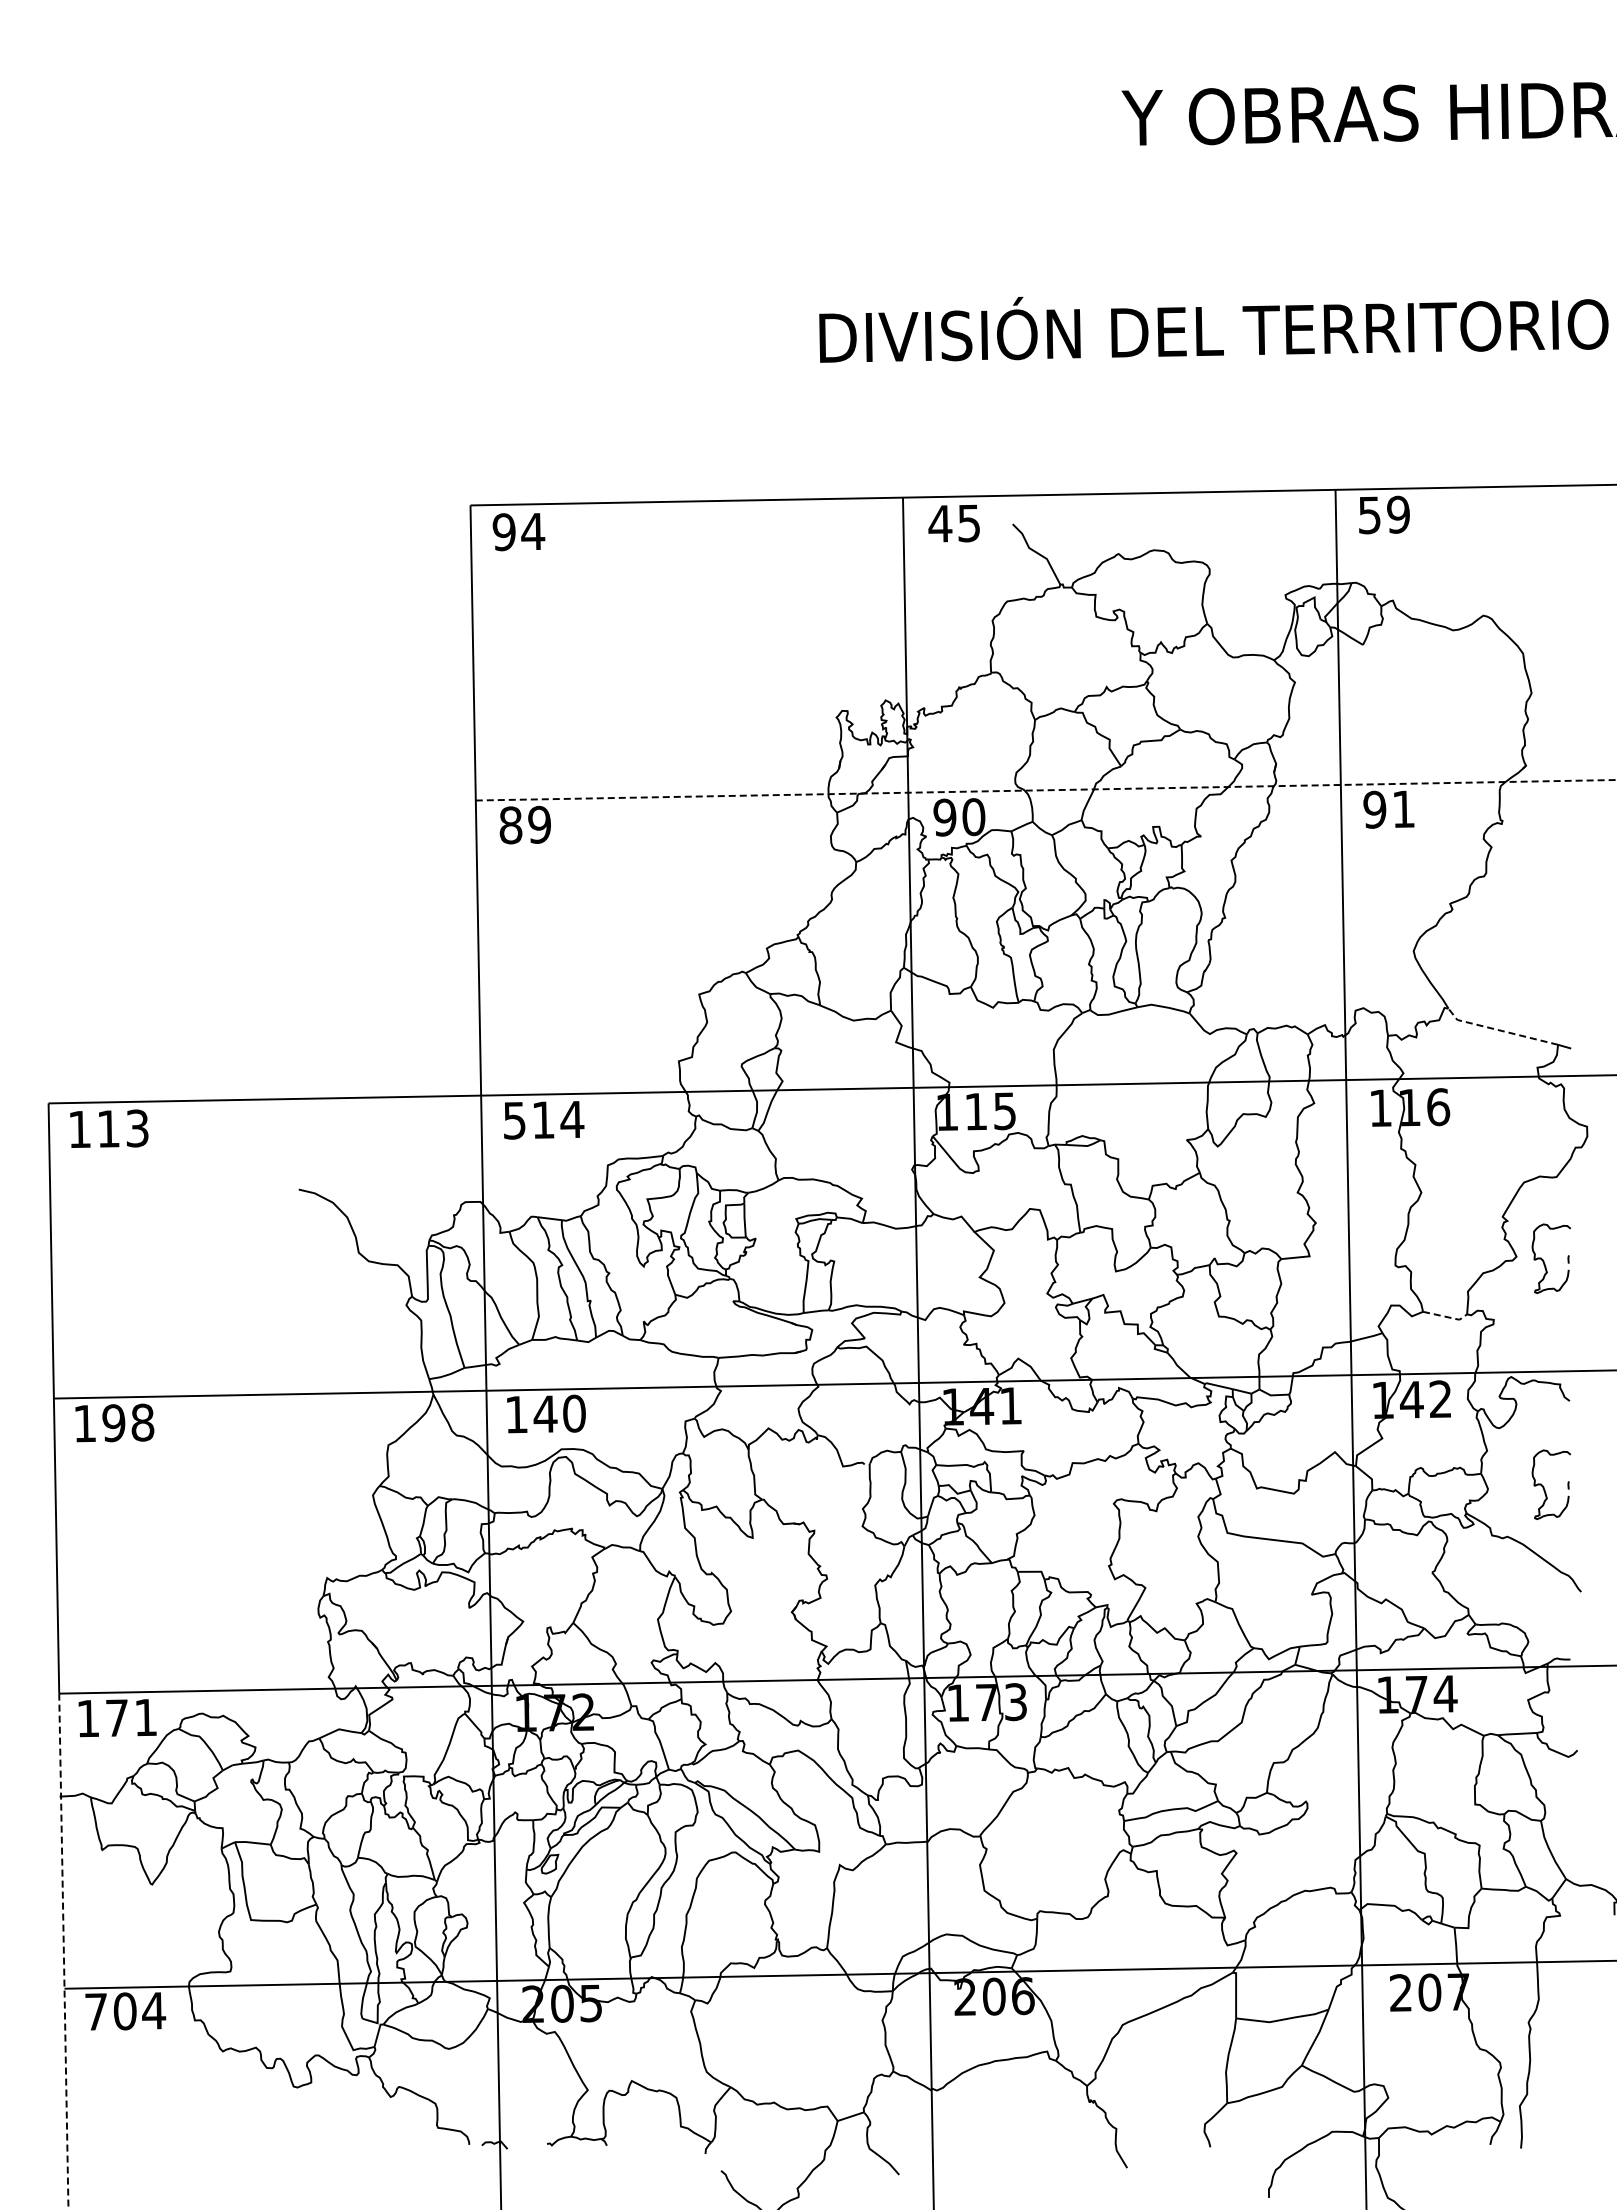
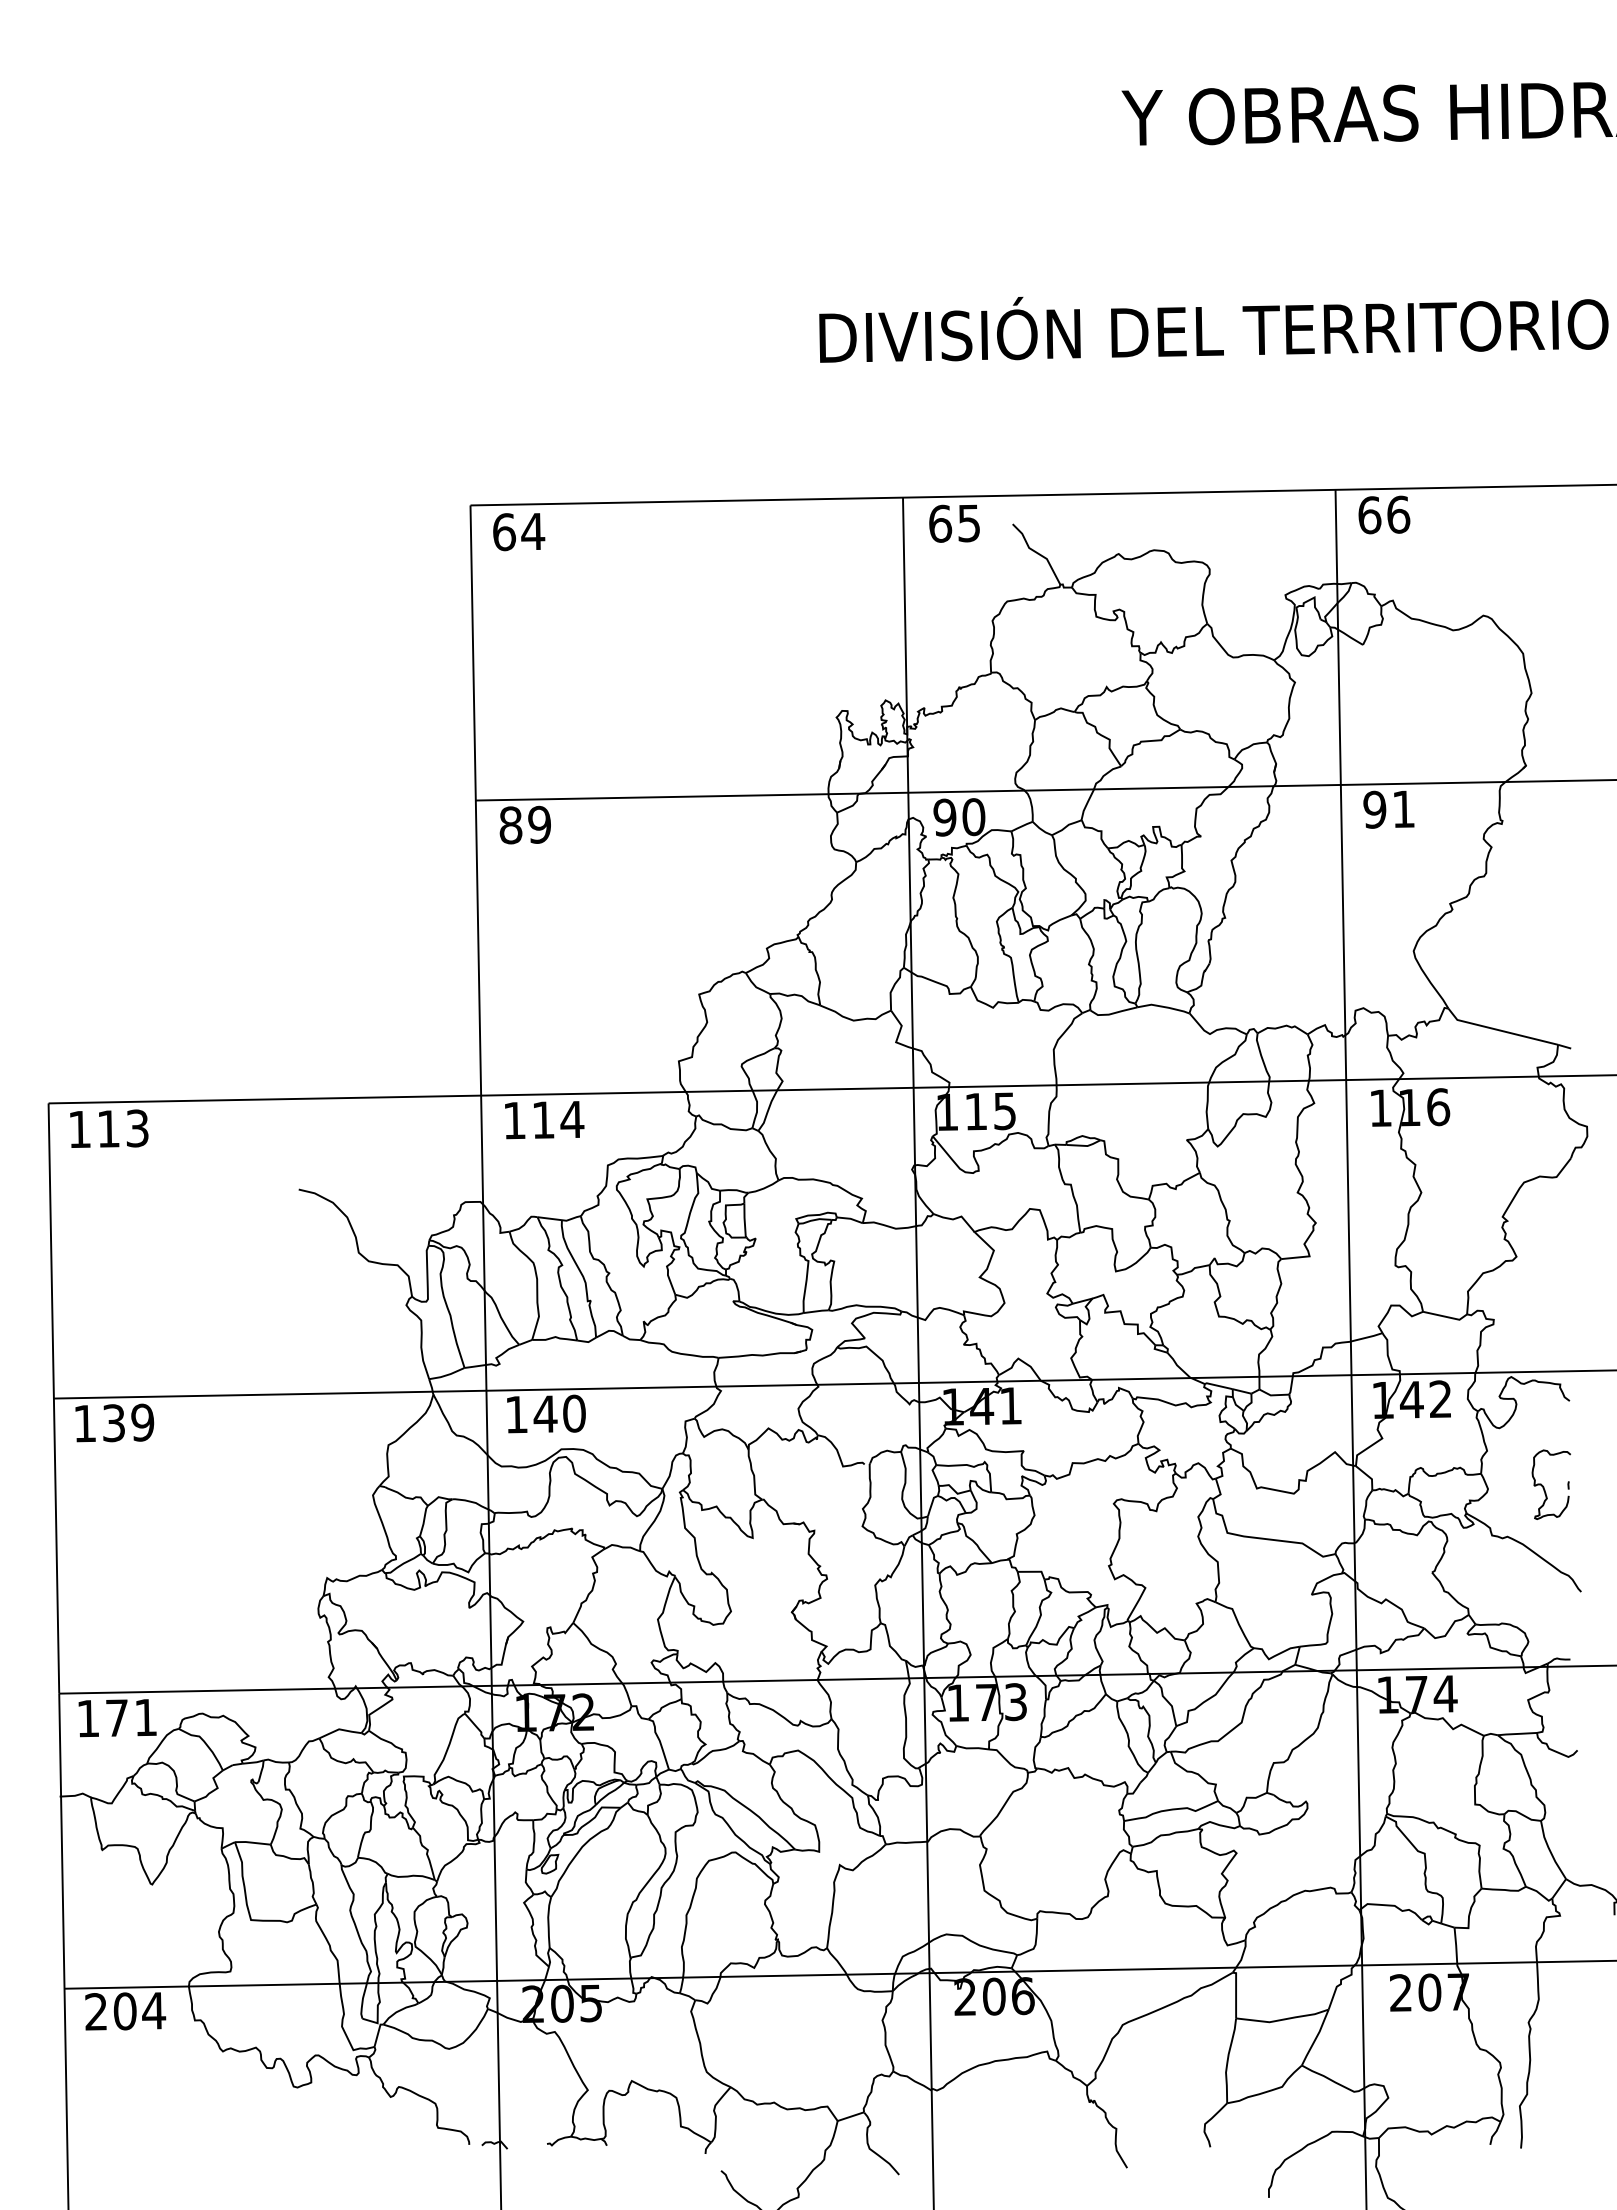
text at (1384, 514): 59 -> 66
text at (940, 523): 45 -> 65
text at (503, 532): 94 -> 64
line at (1046, 790): dashed -> solid
line at (1499, 1030): dashed -> solid
text at (514, 1120): 514 -> 114
part at (1544, 1261): present -> none
line at (1447, 1317): dashed -> solid
text at (128, 1422): 198 -> 139
line at (63, 1952): dashed -> solid
text at (95, 2011): 704 -> 204
